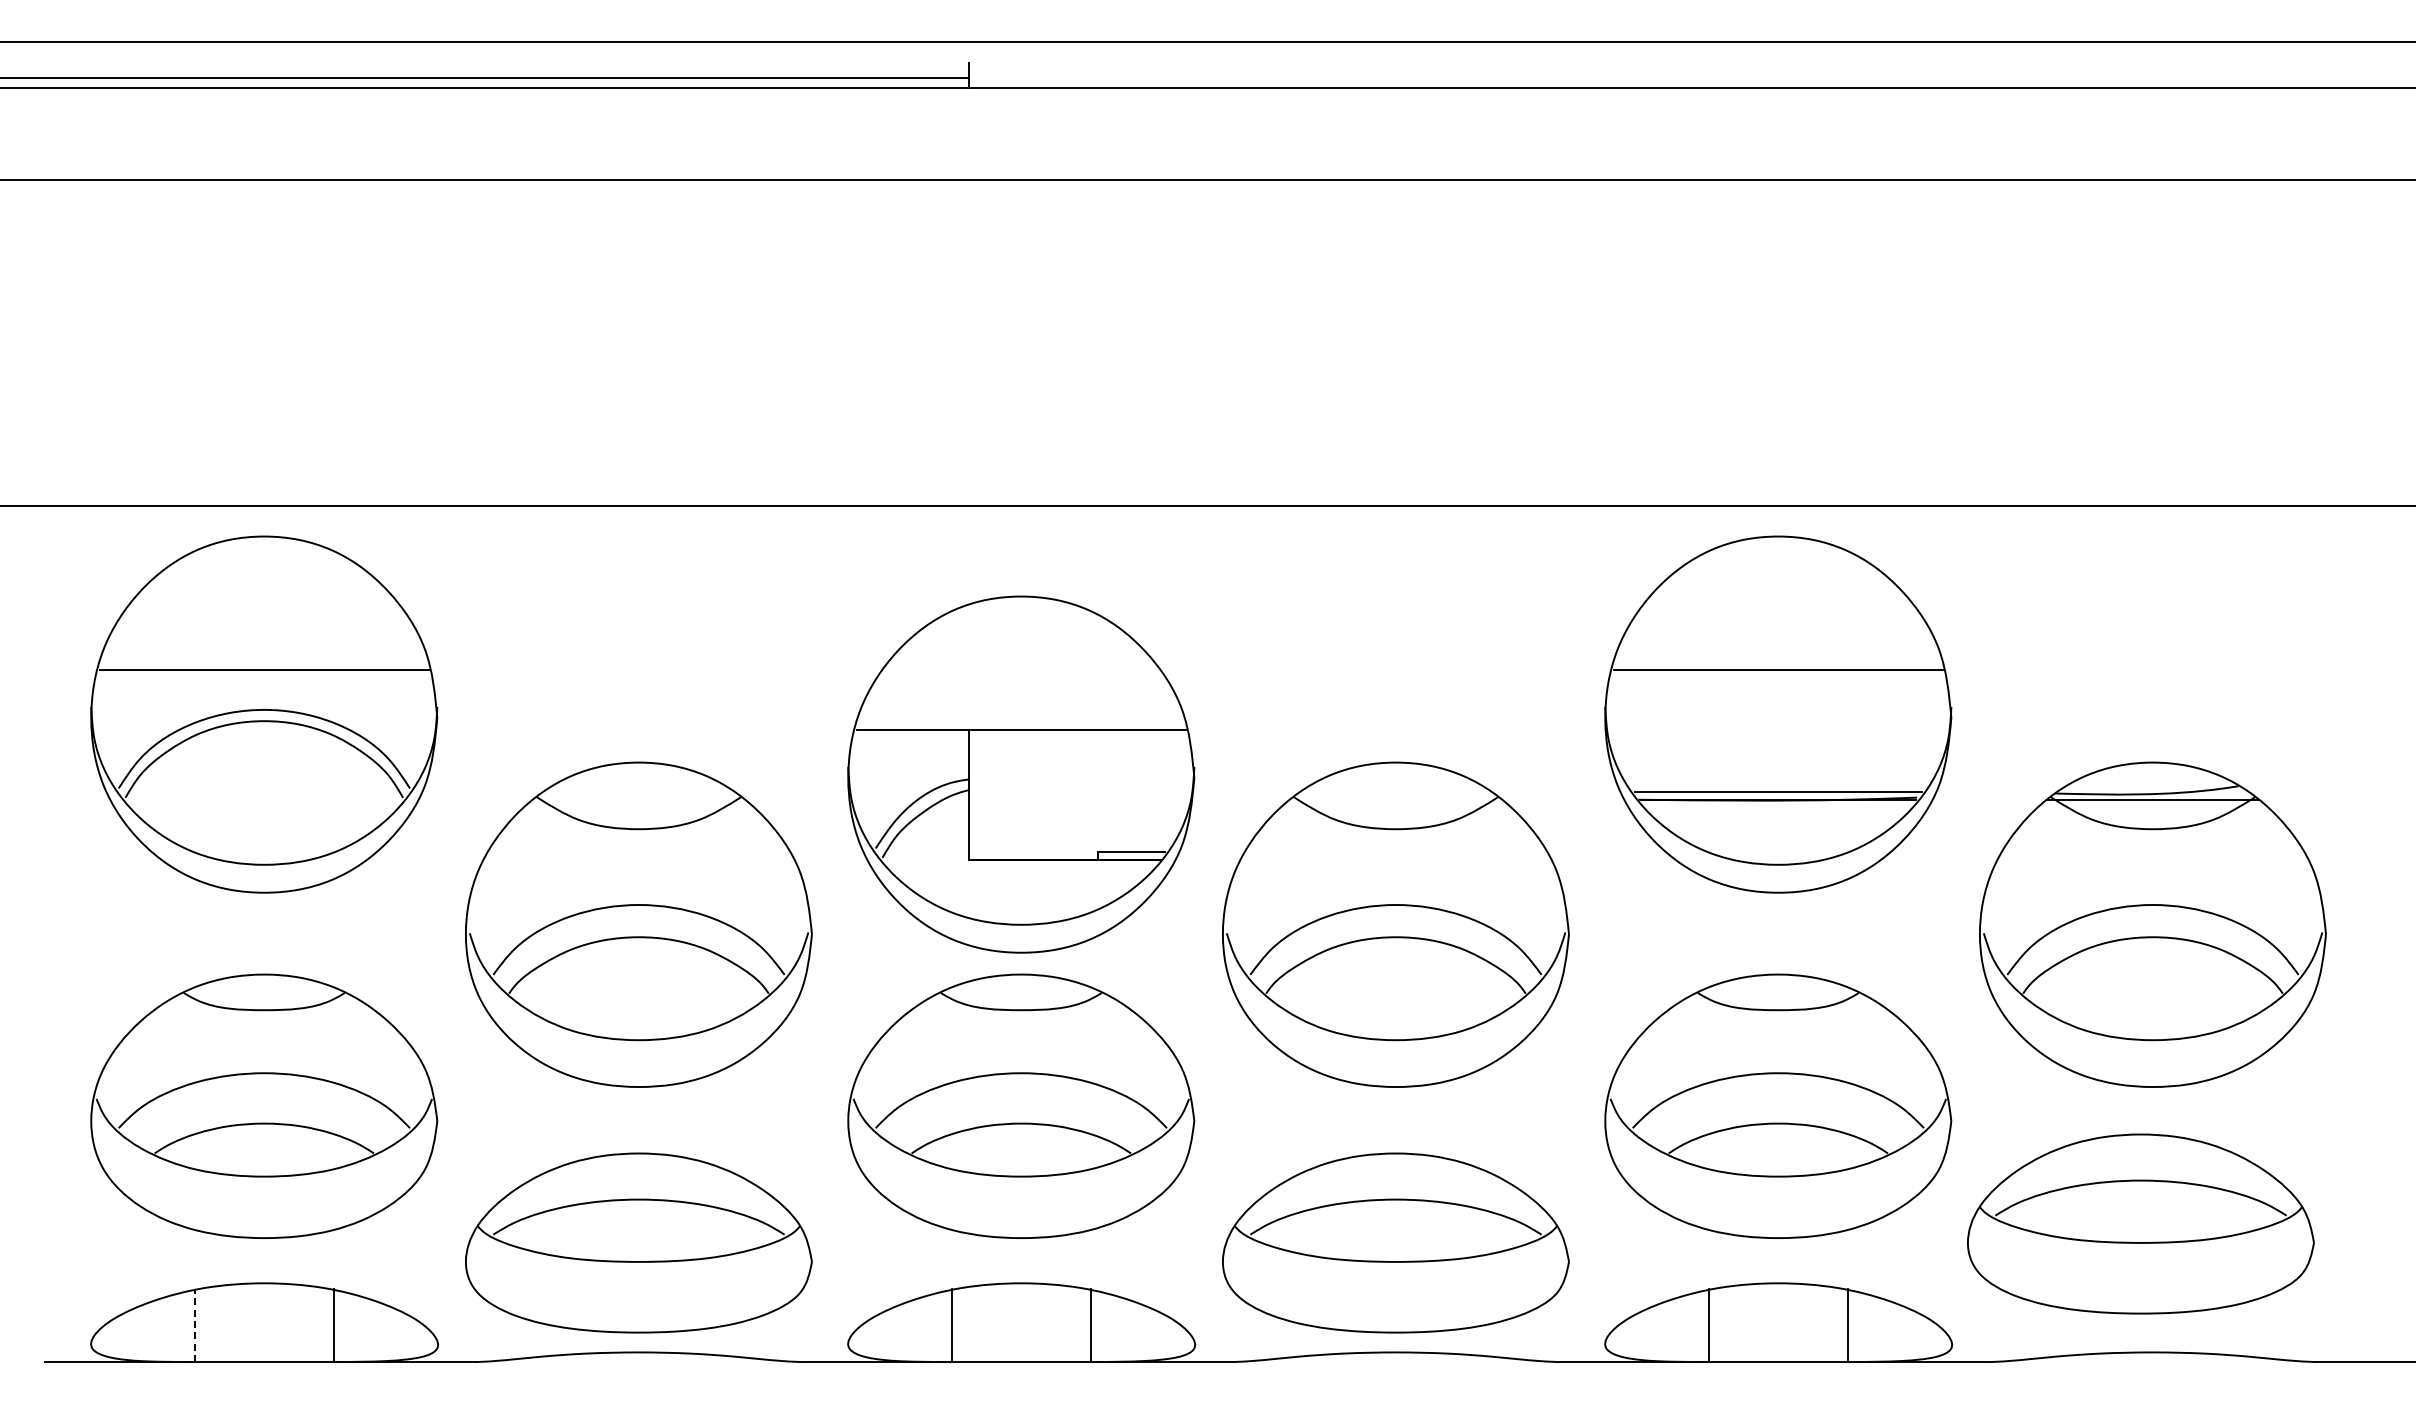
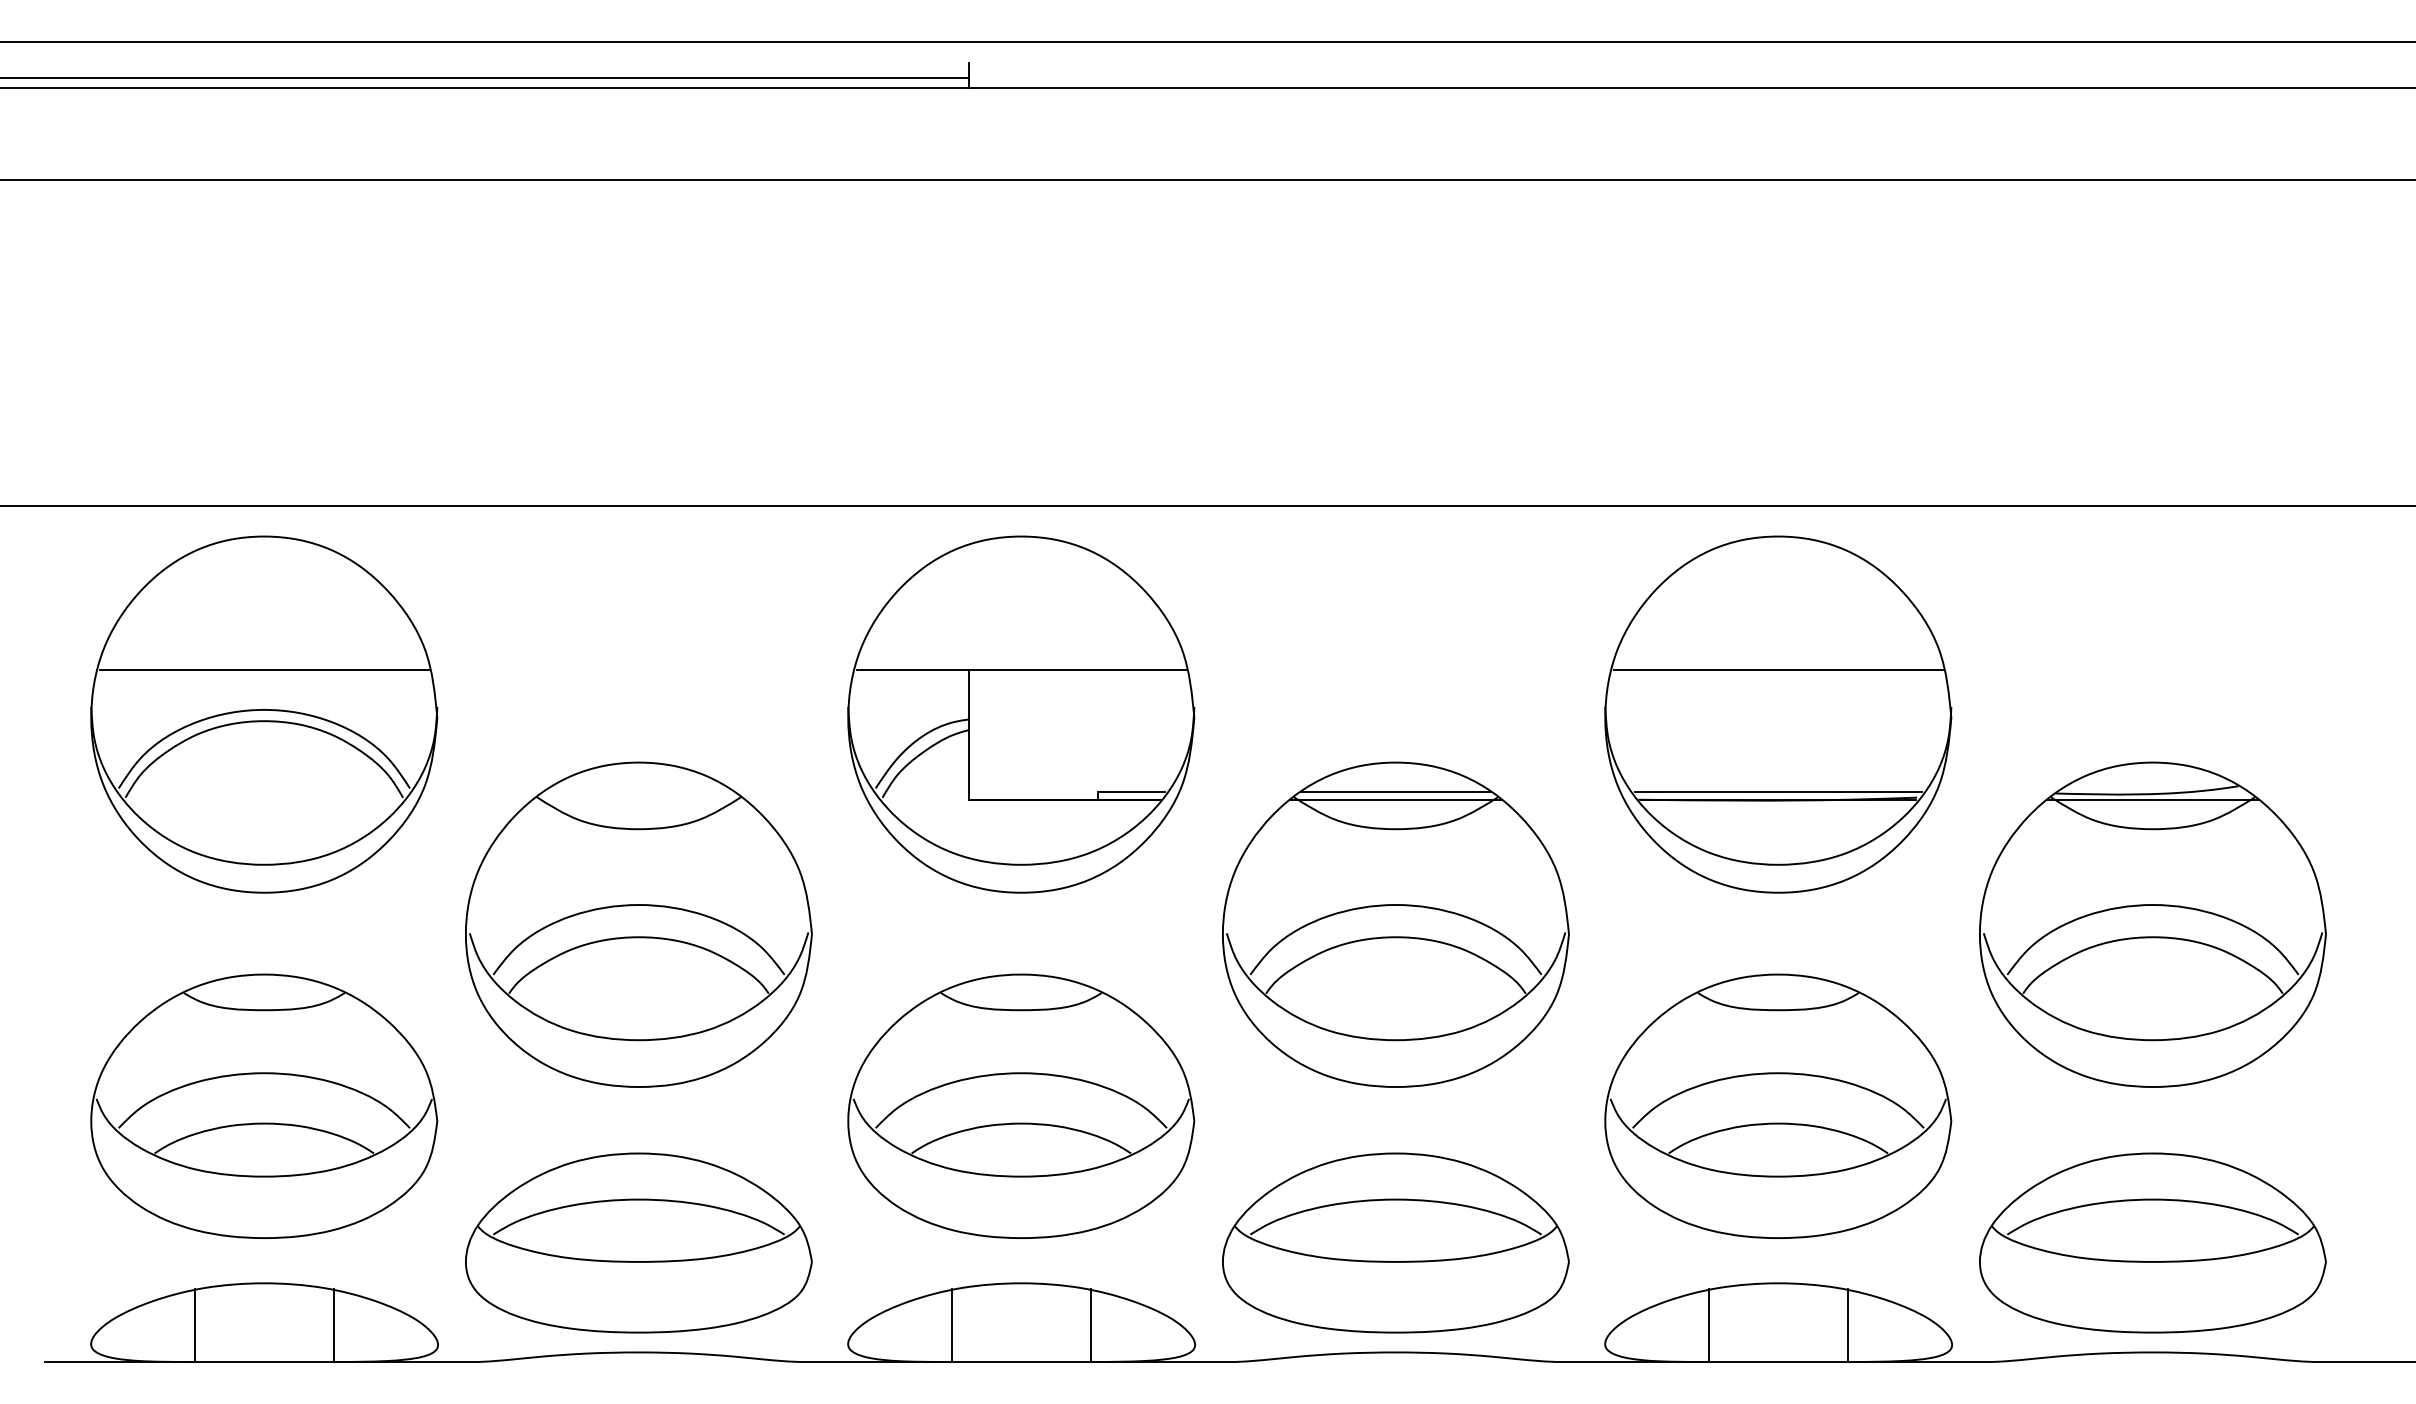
part at (1021, 774) position: (1021, 774) -> (1021, 714)
line at (1395, 791): none -> present
line at (1395, 799): none -> present
part at (2140, 1223) position: (2140, 1223) -> (2152, 1242)
line at (194, 1325): dashed -> solid
